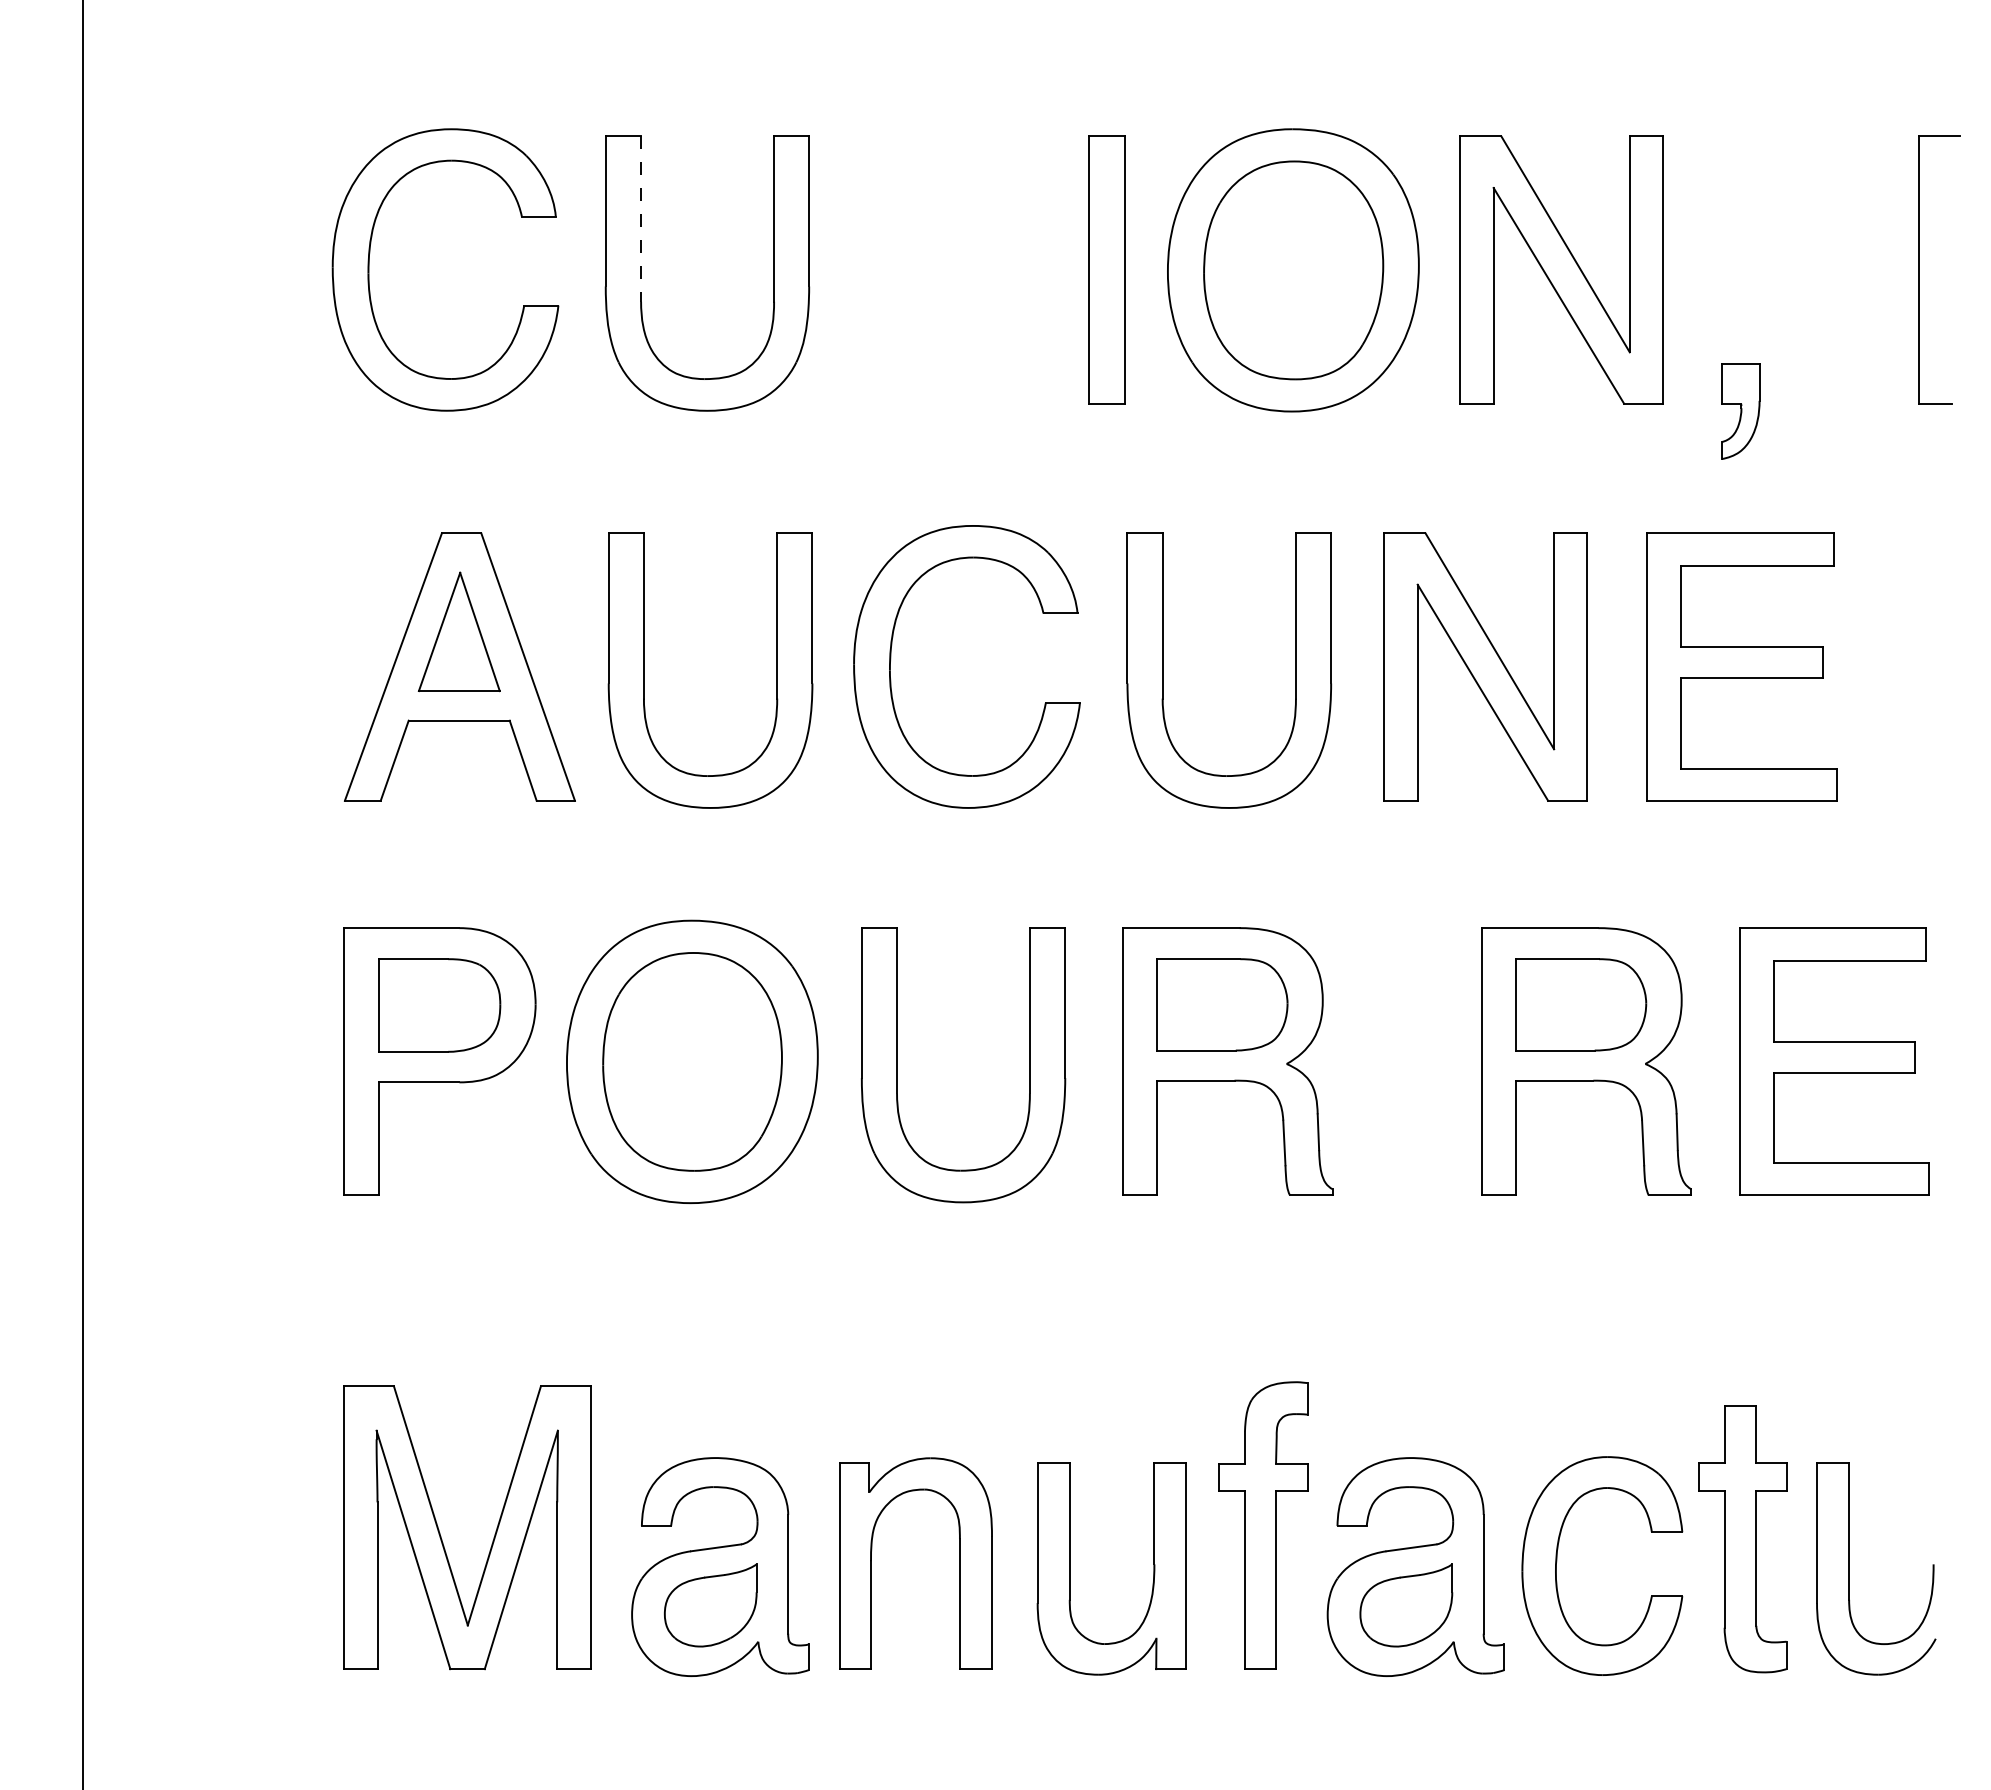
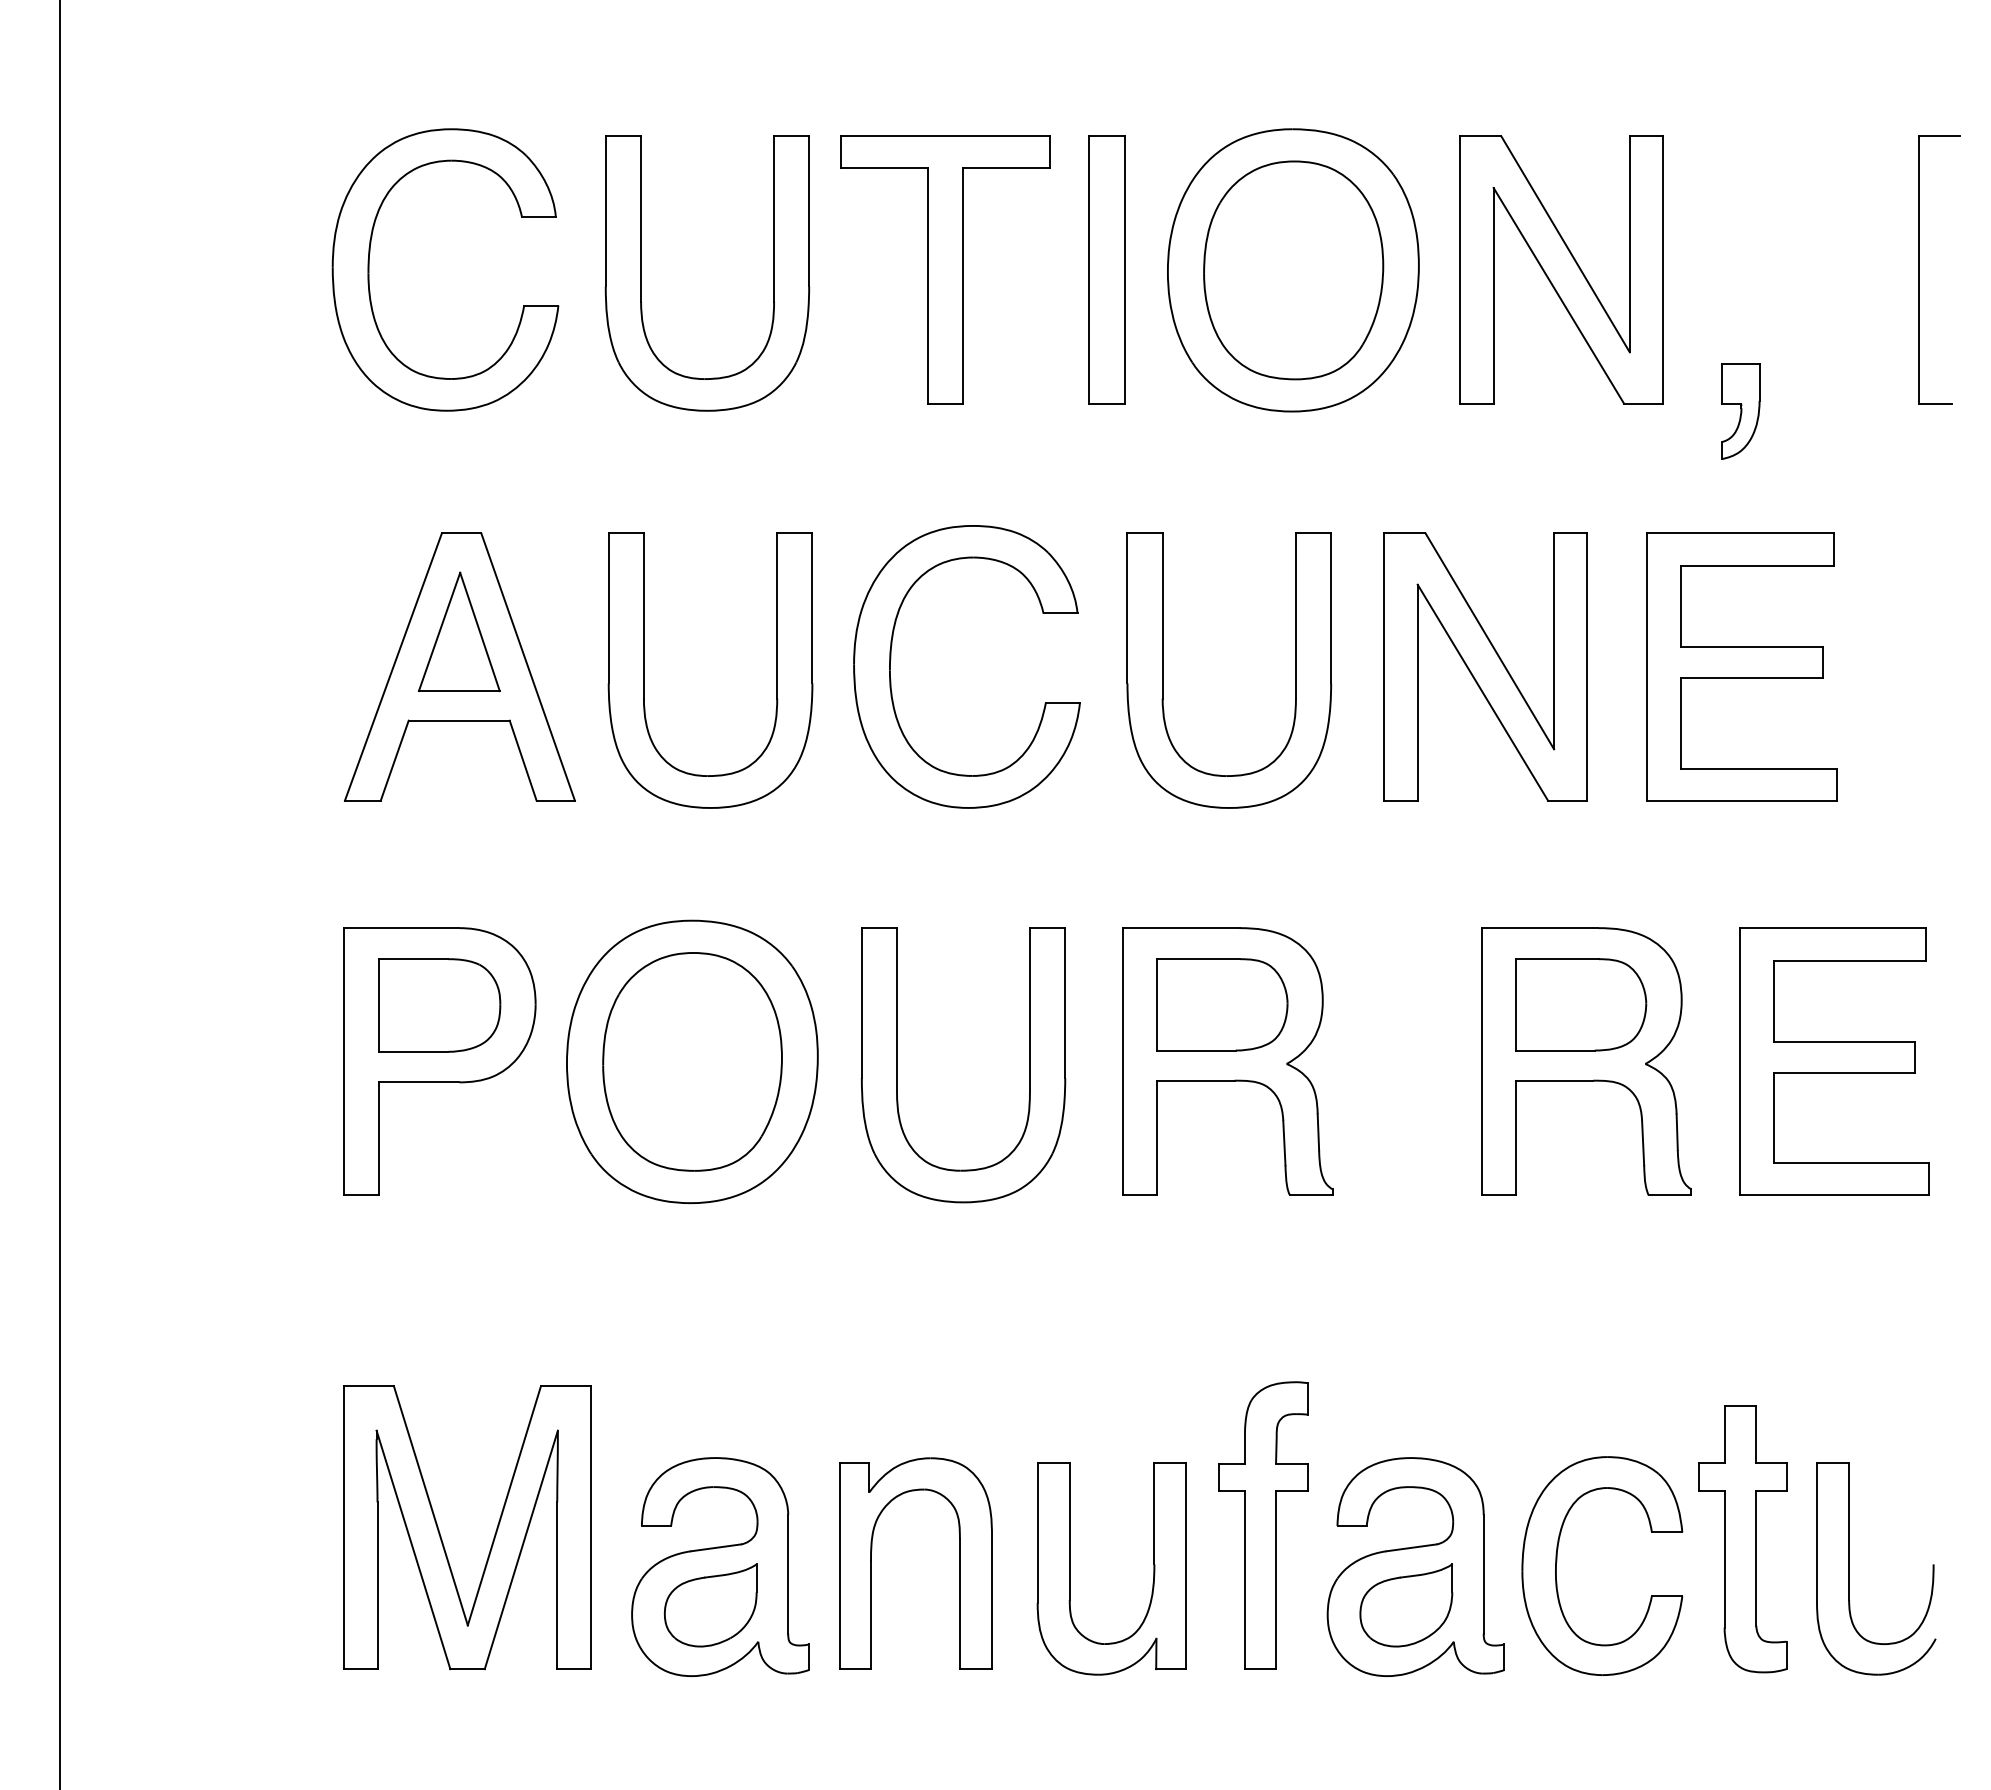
line at (641, 219): dashed -> solid
part at (945, 269): none -> present
line at (82, 894) position: (82, 894) -> (59, 894)
